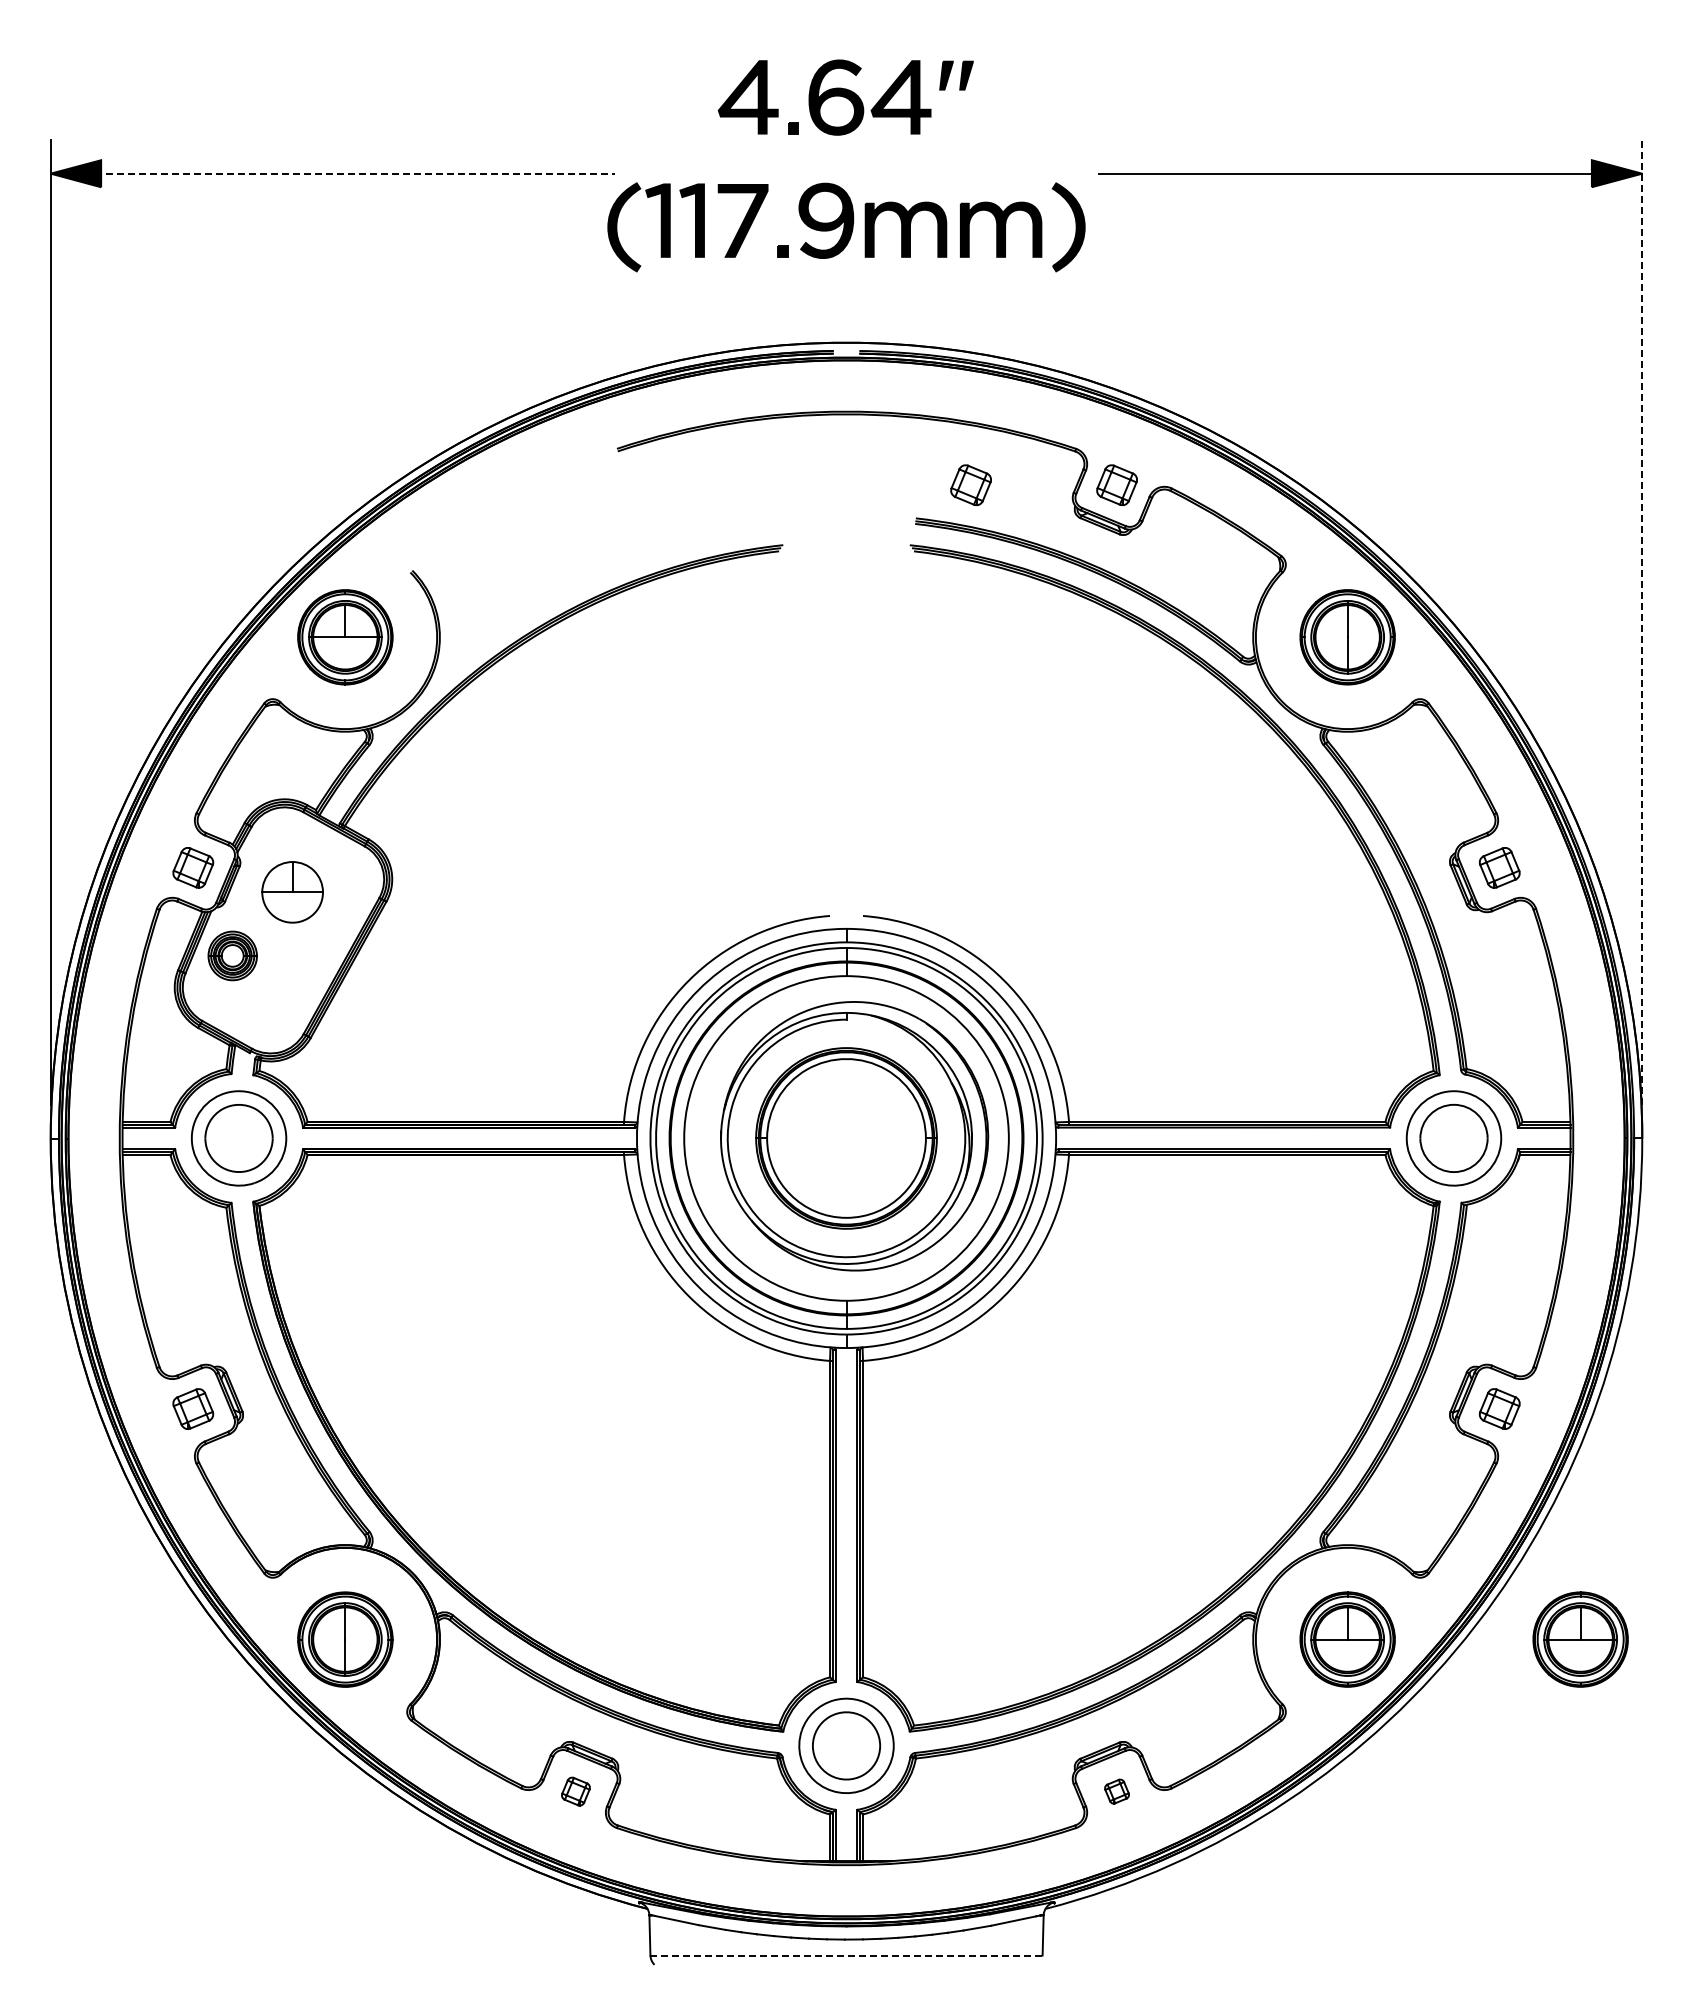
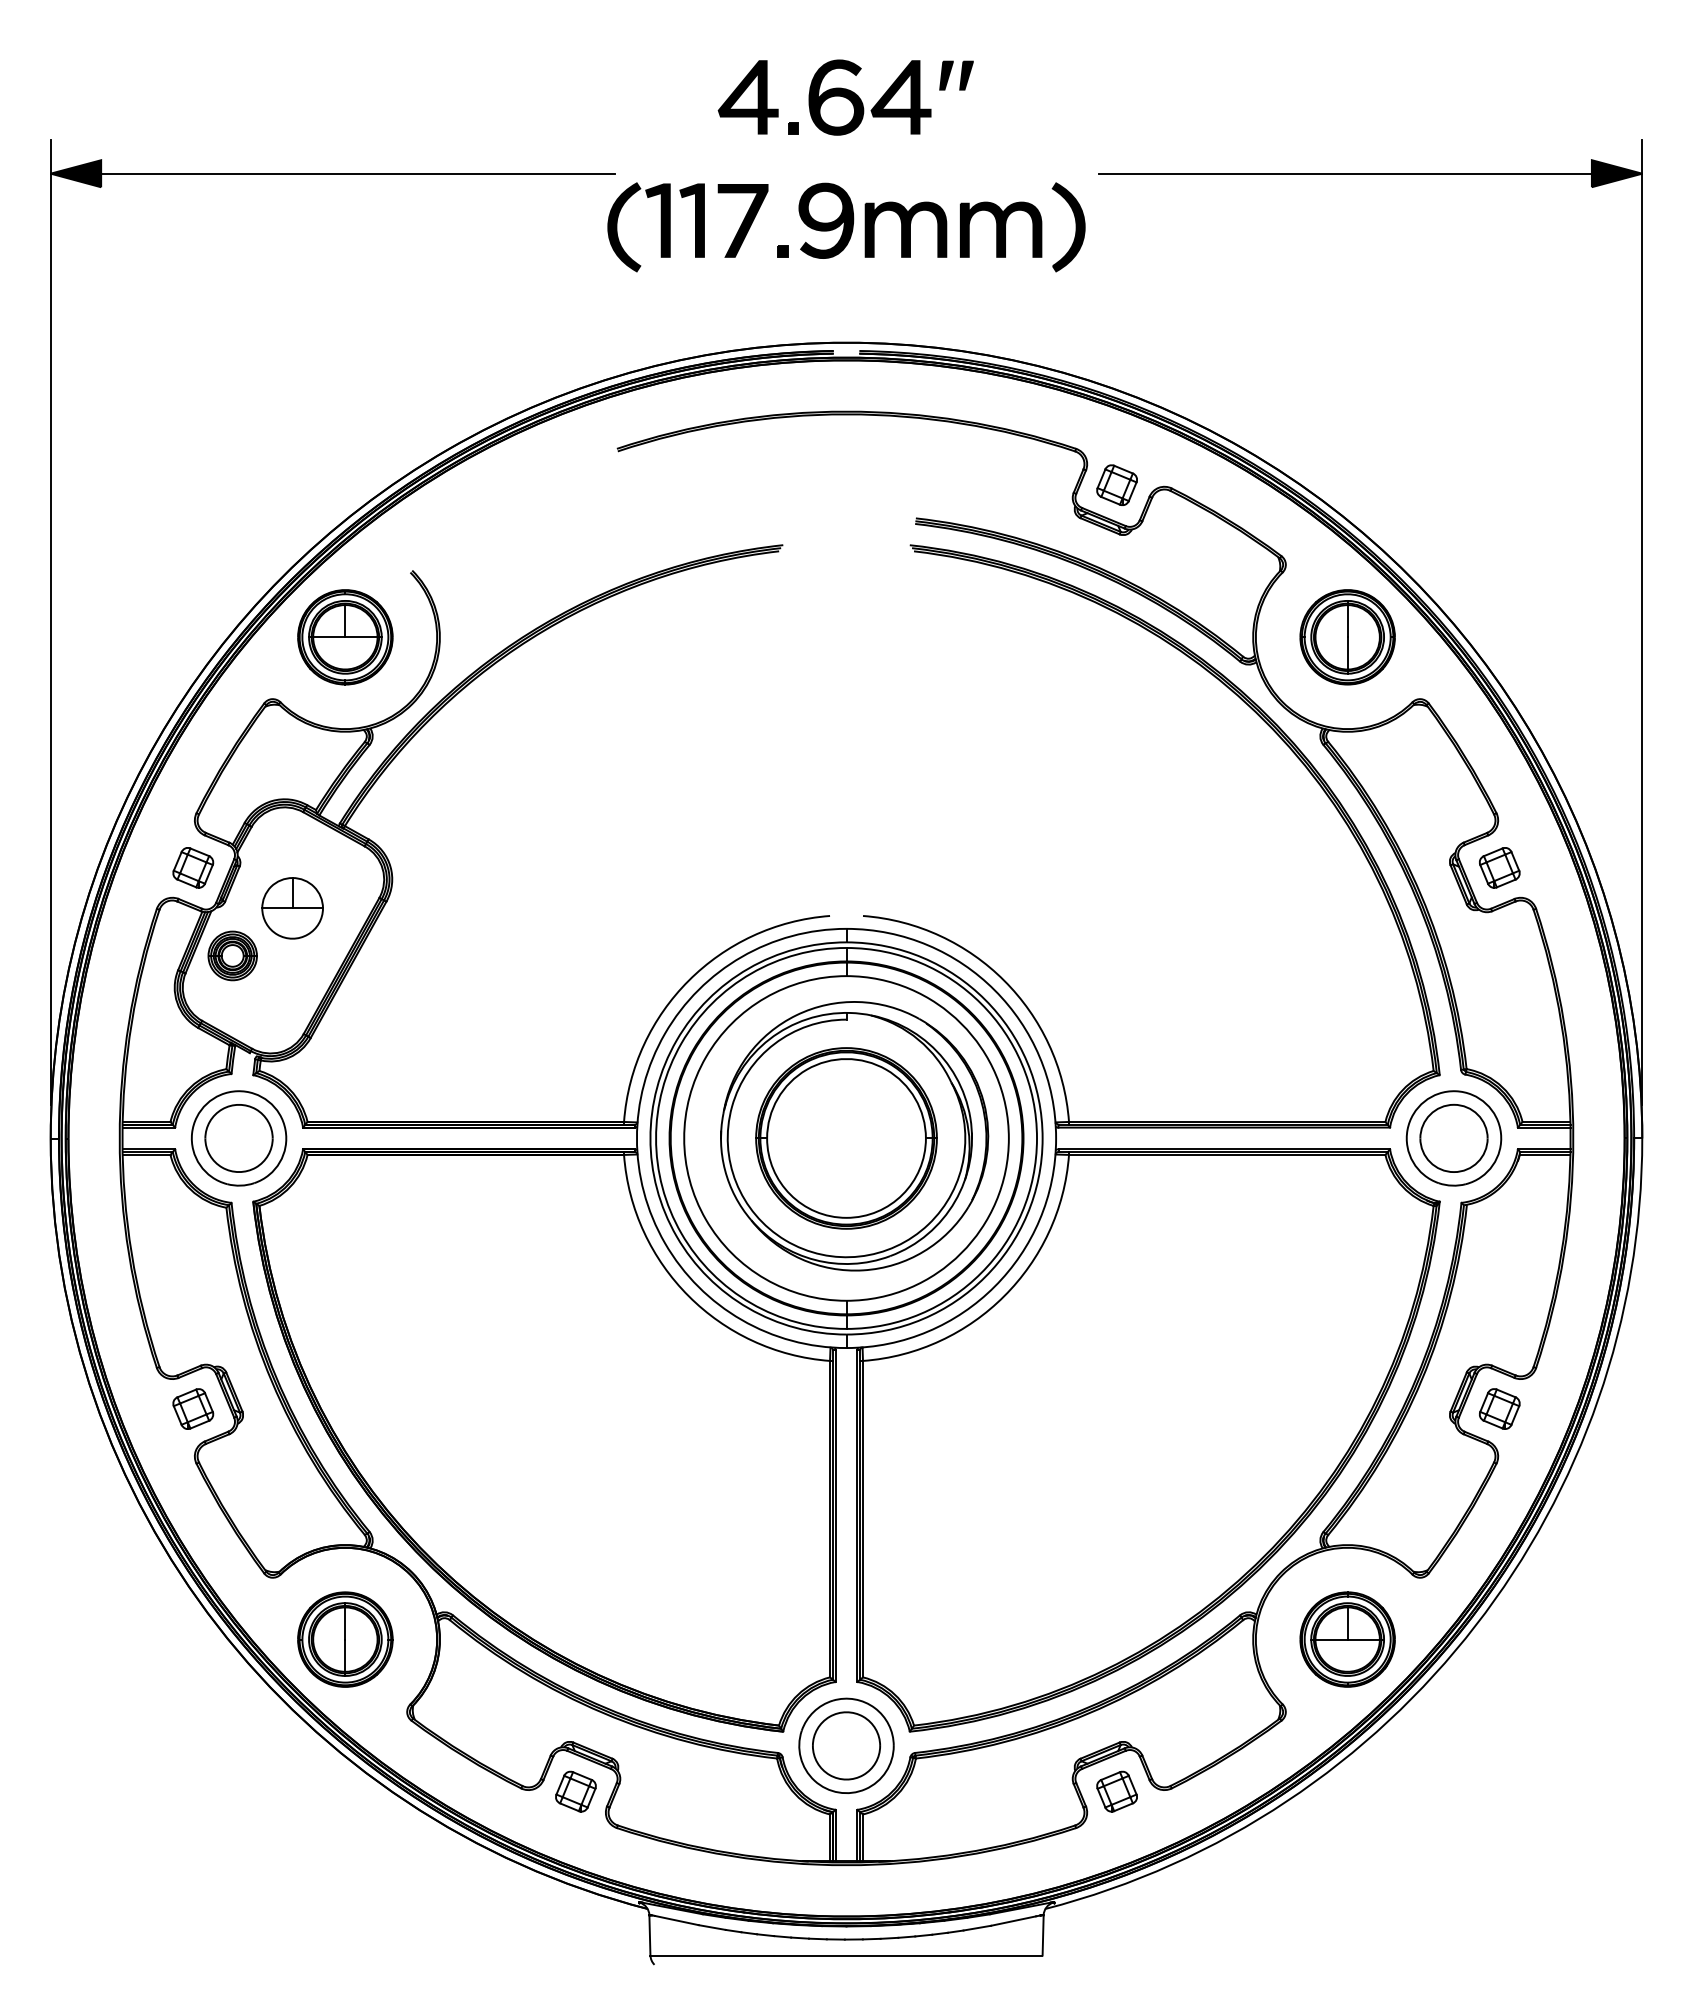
line at (332, 173): dashed -> solid
part at (970, 484): present -> none
line at (1642, 621): dashed -> solid
part at (292, 892) position: (292, 892) -> (292, 908)
part at (1580, 1639): present -> none
part at (575, 1791) size: 30x31 px -> 42x43 px
part at (1116, 1791) size: 26x27 px -> 42x43 px
line at (846, 1955): dashed -> solid
